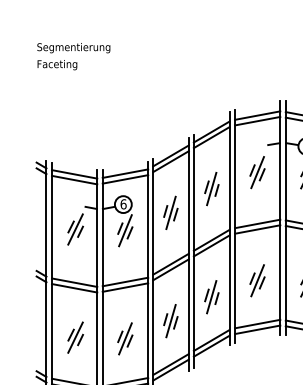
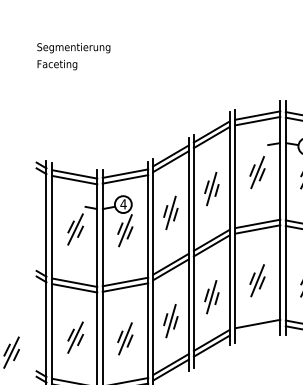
text at (123, 204): 6 -> 4
line at (257, 329): present -> none
part at (11, 352): none -> present
